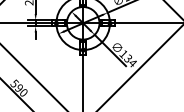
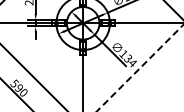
line at (140, 68): solid -> dashed
